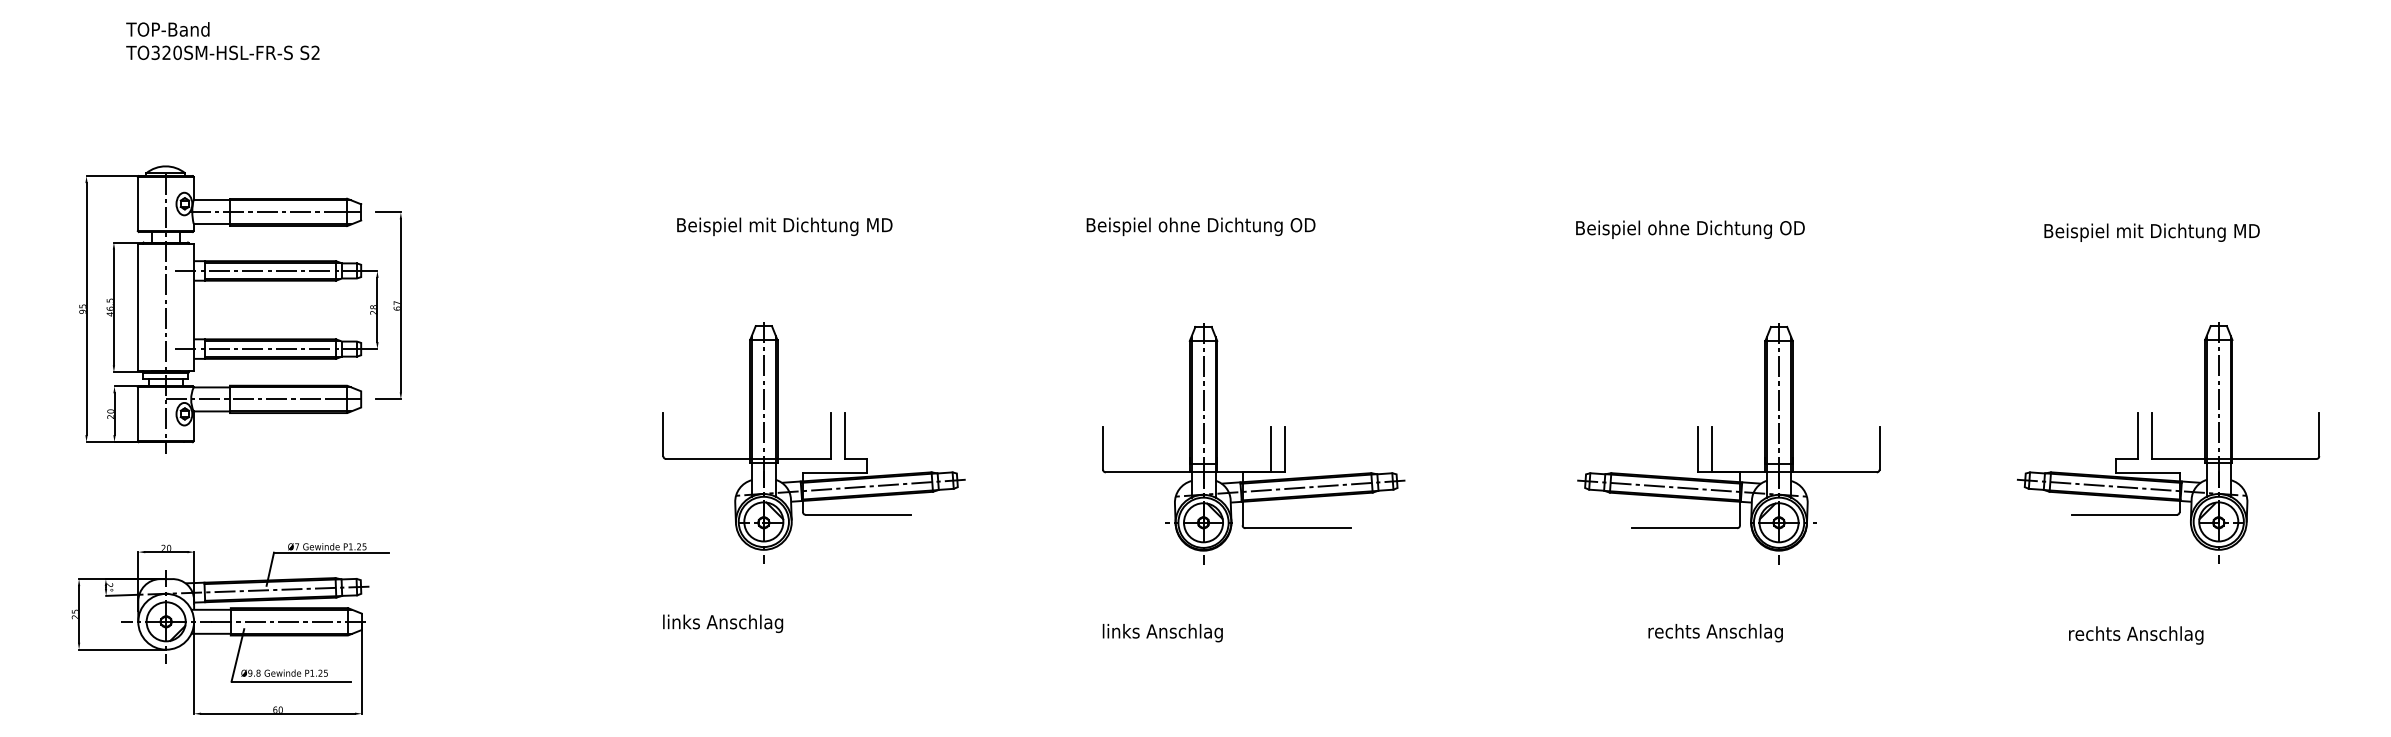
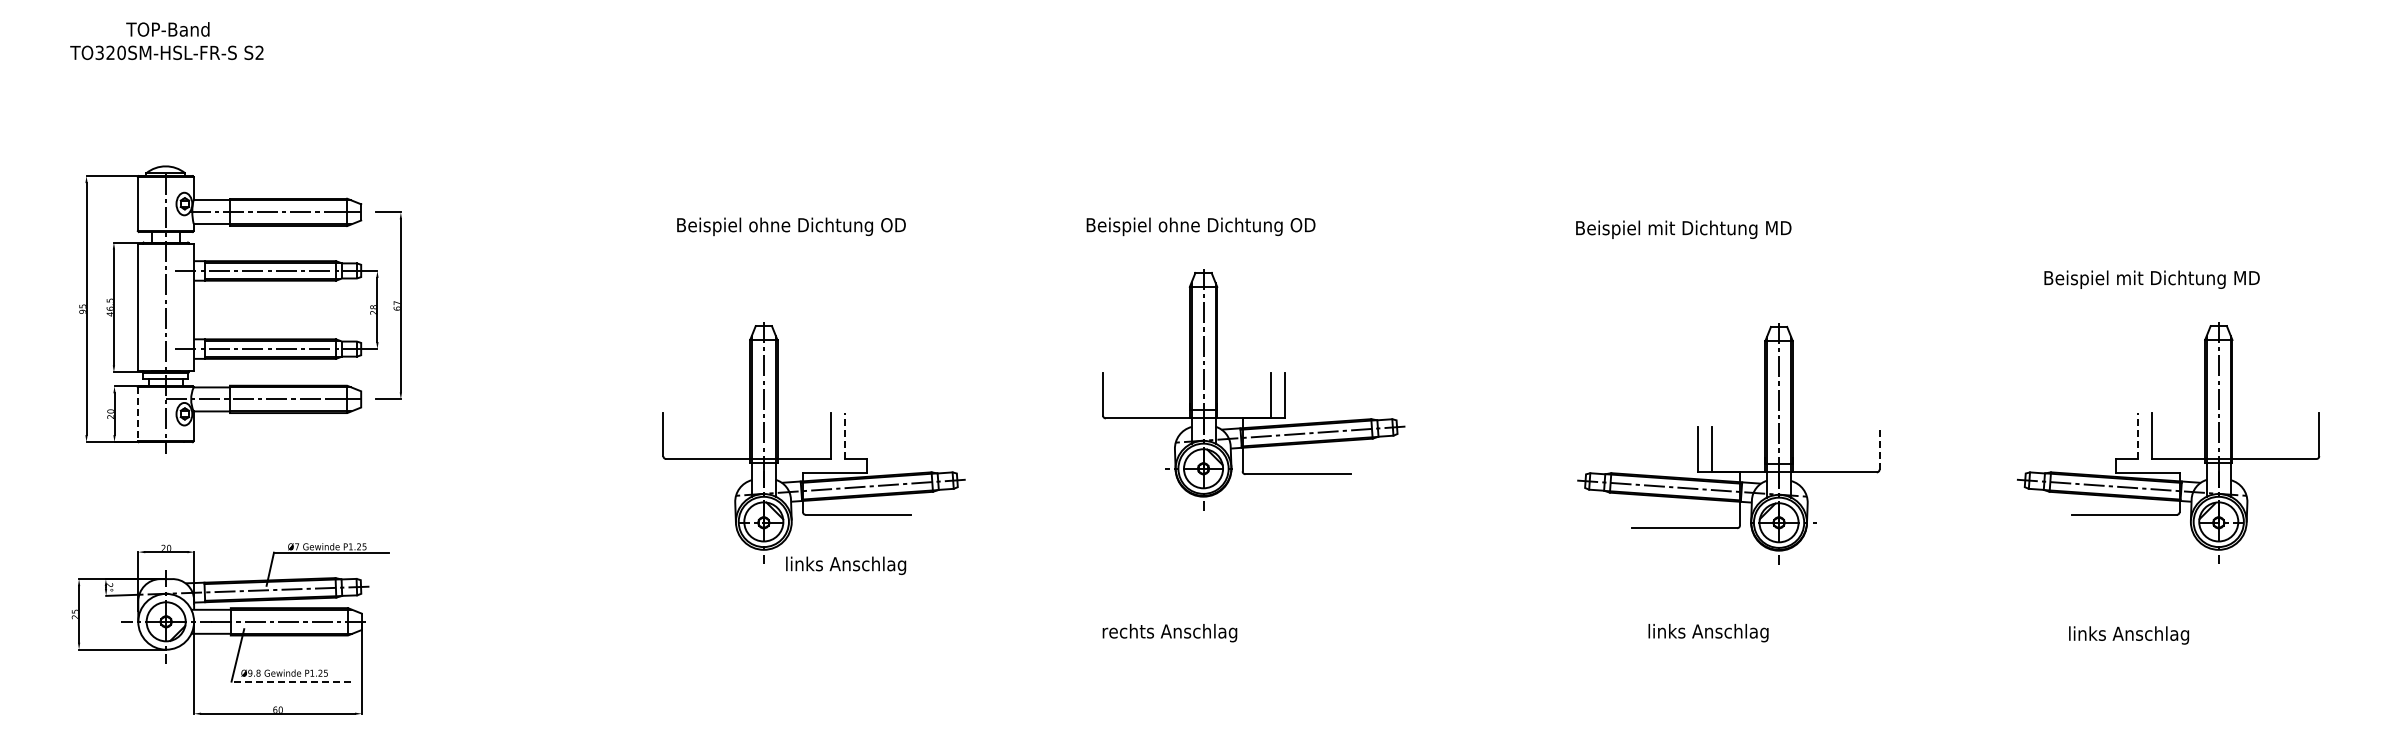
text at (222, 52) position: (222, 52) -> (166, 52)
text at (827, 226): Beispiel mit Dichtung MD -> Beispiel ohne Dichtung OD
text at (1726, 229): Beispiel ohne Dichtung OD -> Beispiel mit Dichtung MD
text at (2151, 232) position: (2151, 232) -> (2151, 279)
line at (137, 414): solid -> dashed
line at (844, 436): solid -> dashed
line at (2137, 436): solid -> dashed
part at (1270, 443) position: (1270, 443) -> (1270, 389)
line at (1879, 447): solid -> dashed
text at (723, 623) position: (723, 623) -> (846, 565)
text at (1169, 632): links Anschlag -> rechts Anschlag
text at (1715, 632): rechts Anschlag -> links Anschlag
text at (2136, 635): rechts Anschlag -> links Anschlag
line at (291, 681): solid -> dashed
